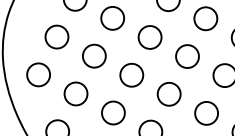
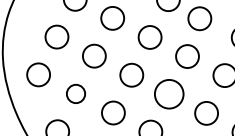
circle at (205, 18) position: (205, 18) -> (199, 18)
circle at (75, 93) size: 26x26 px -> 20x20 px
circle at (168, 94) size: 26x25 px -> 31x31 px
